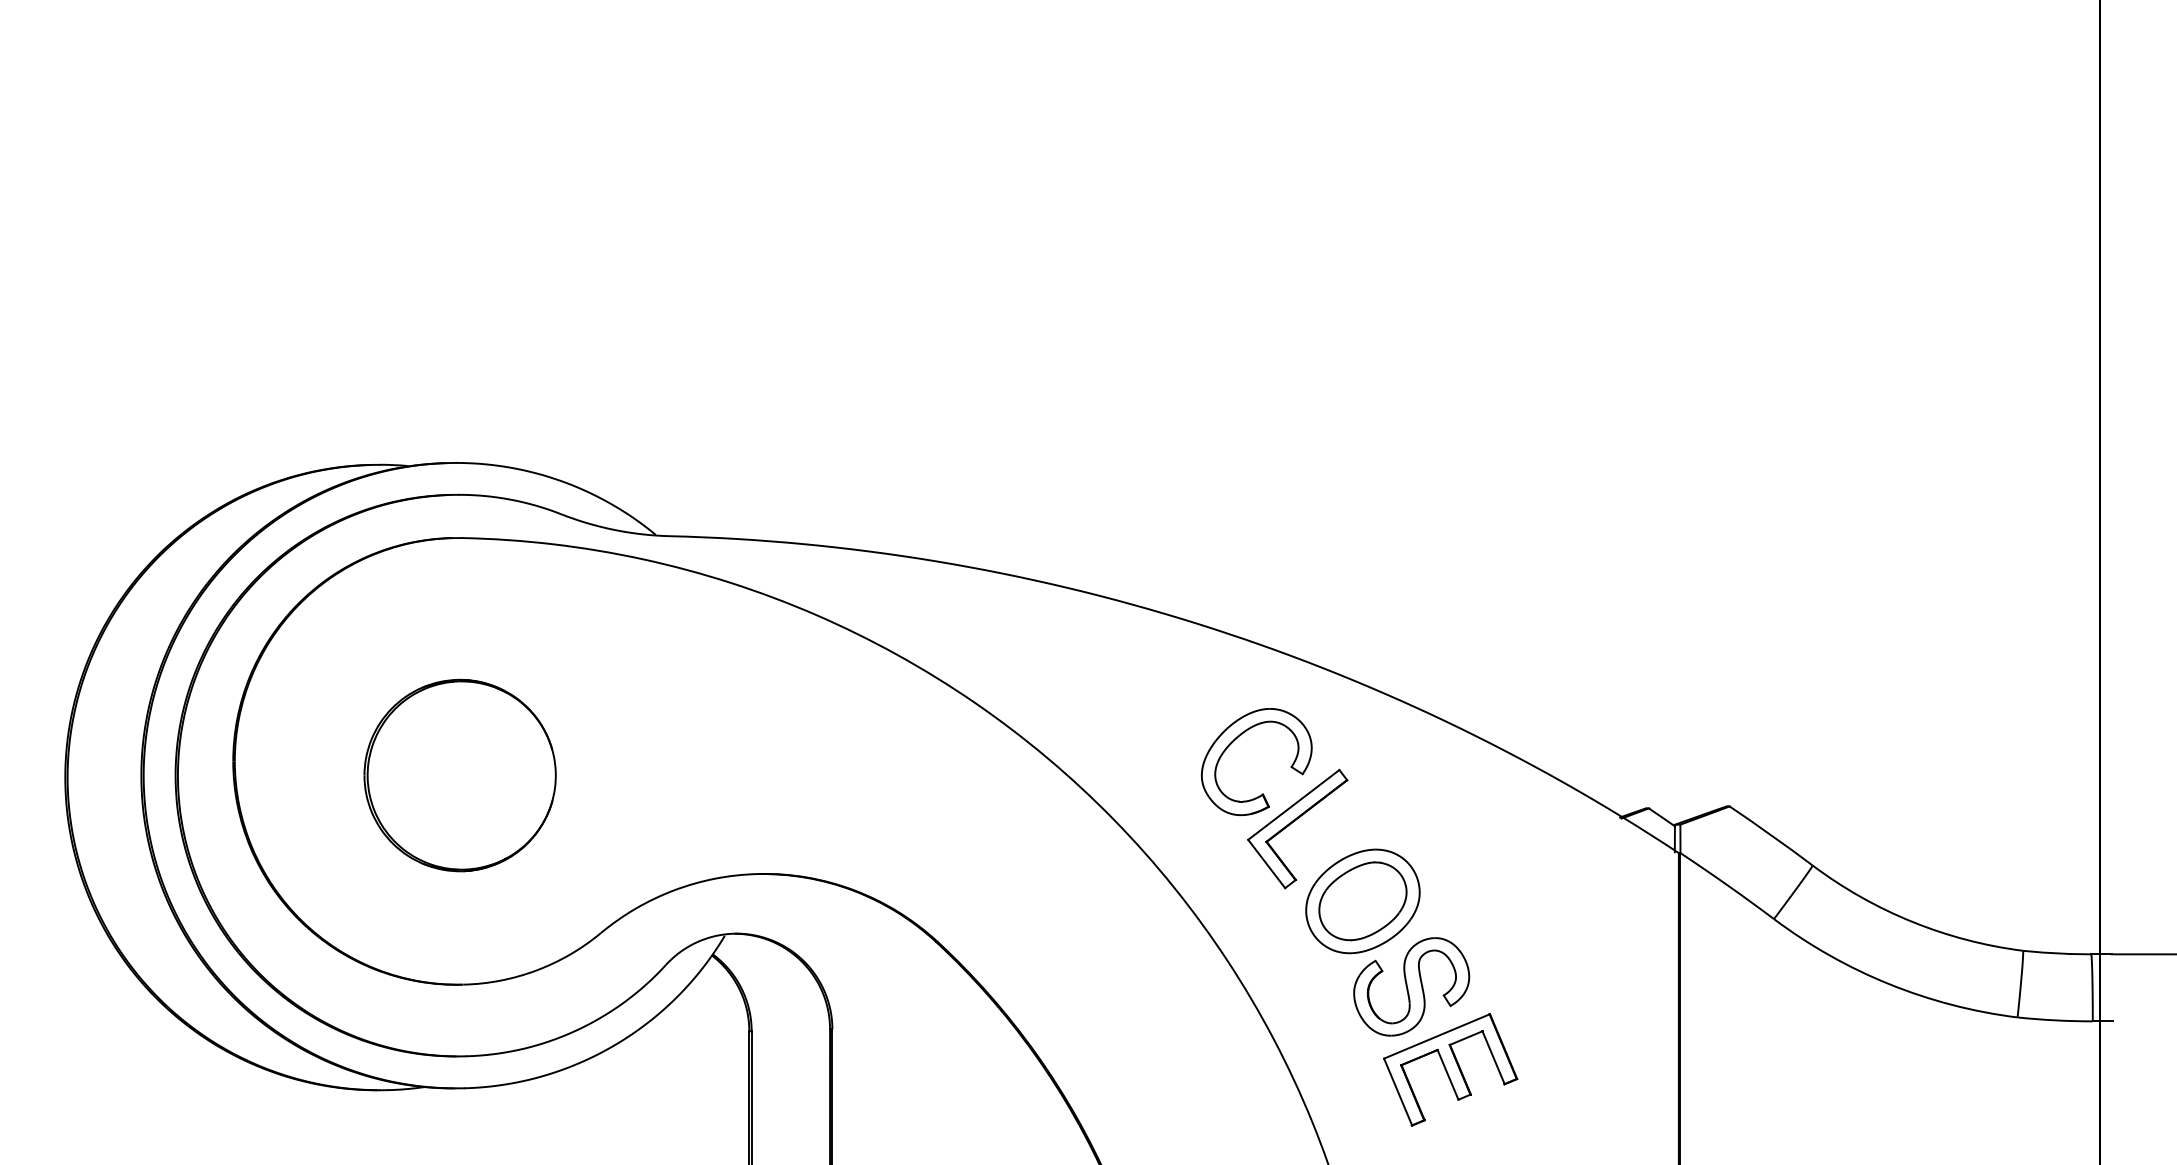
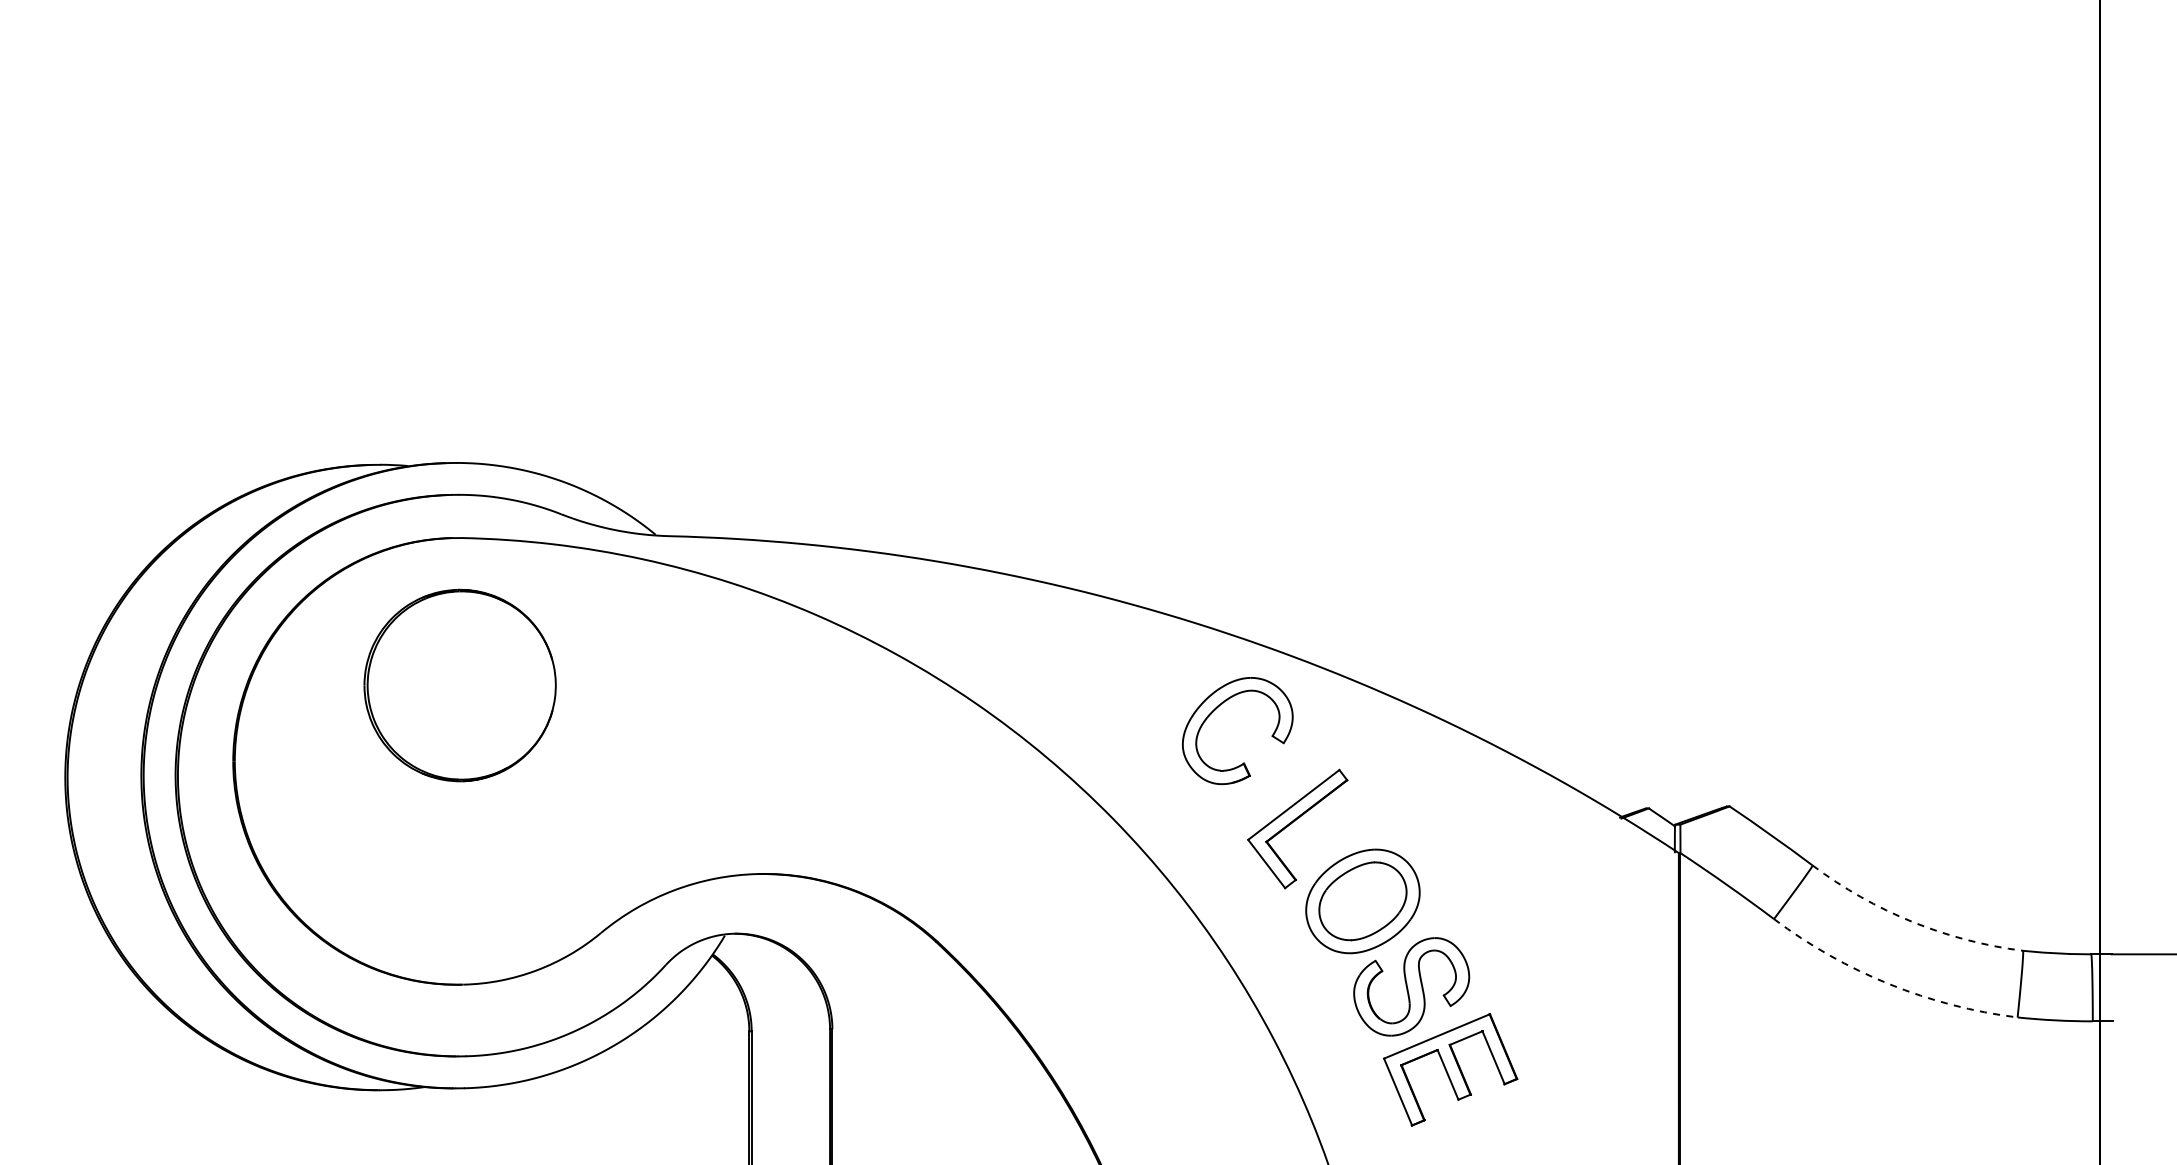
part at (1235, 740) position: (1235, 740) -> (1216, 709)
part at (459, 775) position: (459, 775) -> (459, 685)
arc at (1912, 921): solid -> dashed
arc at (1889, 984): solid -> dashed
